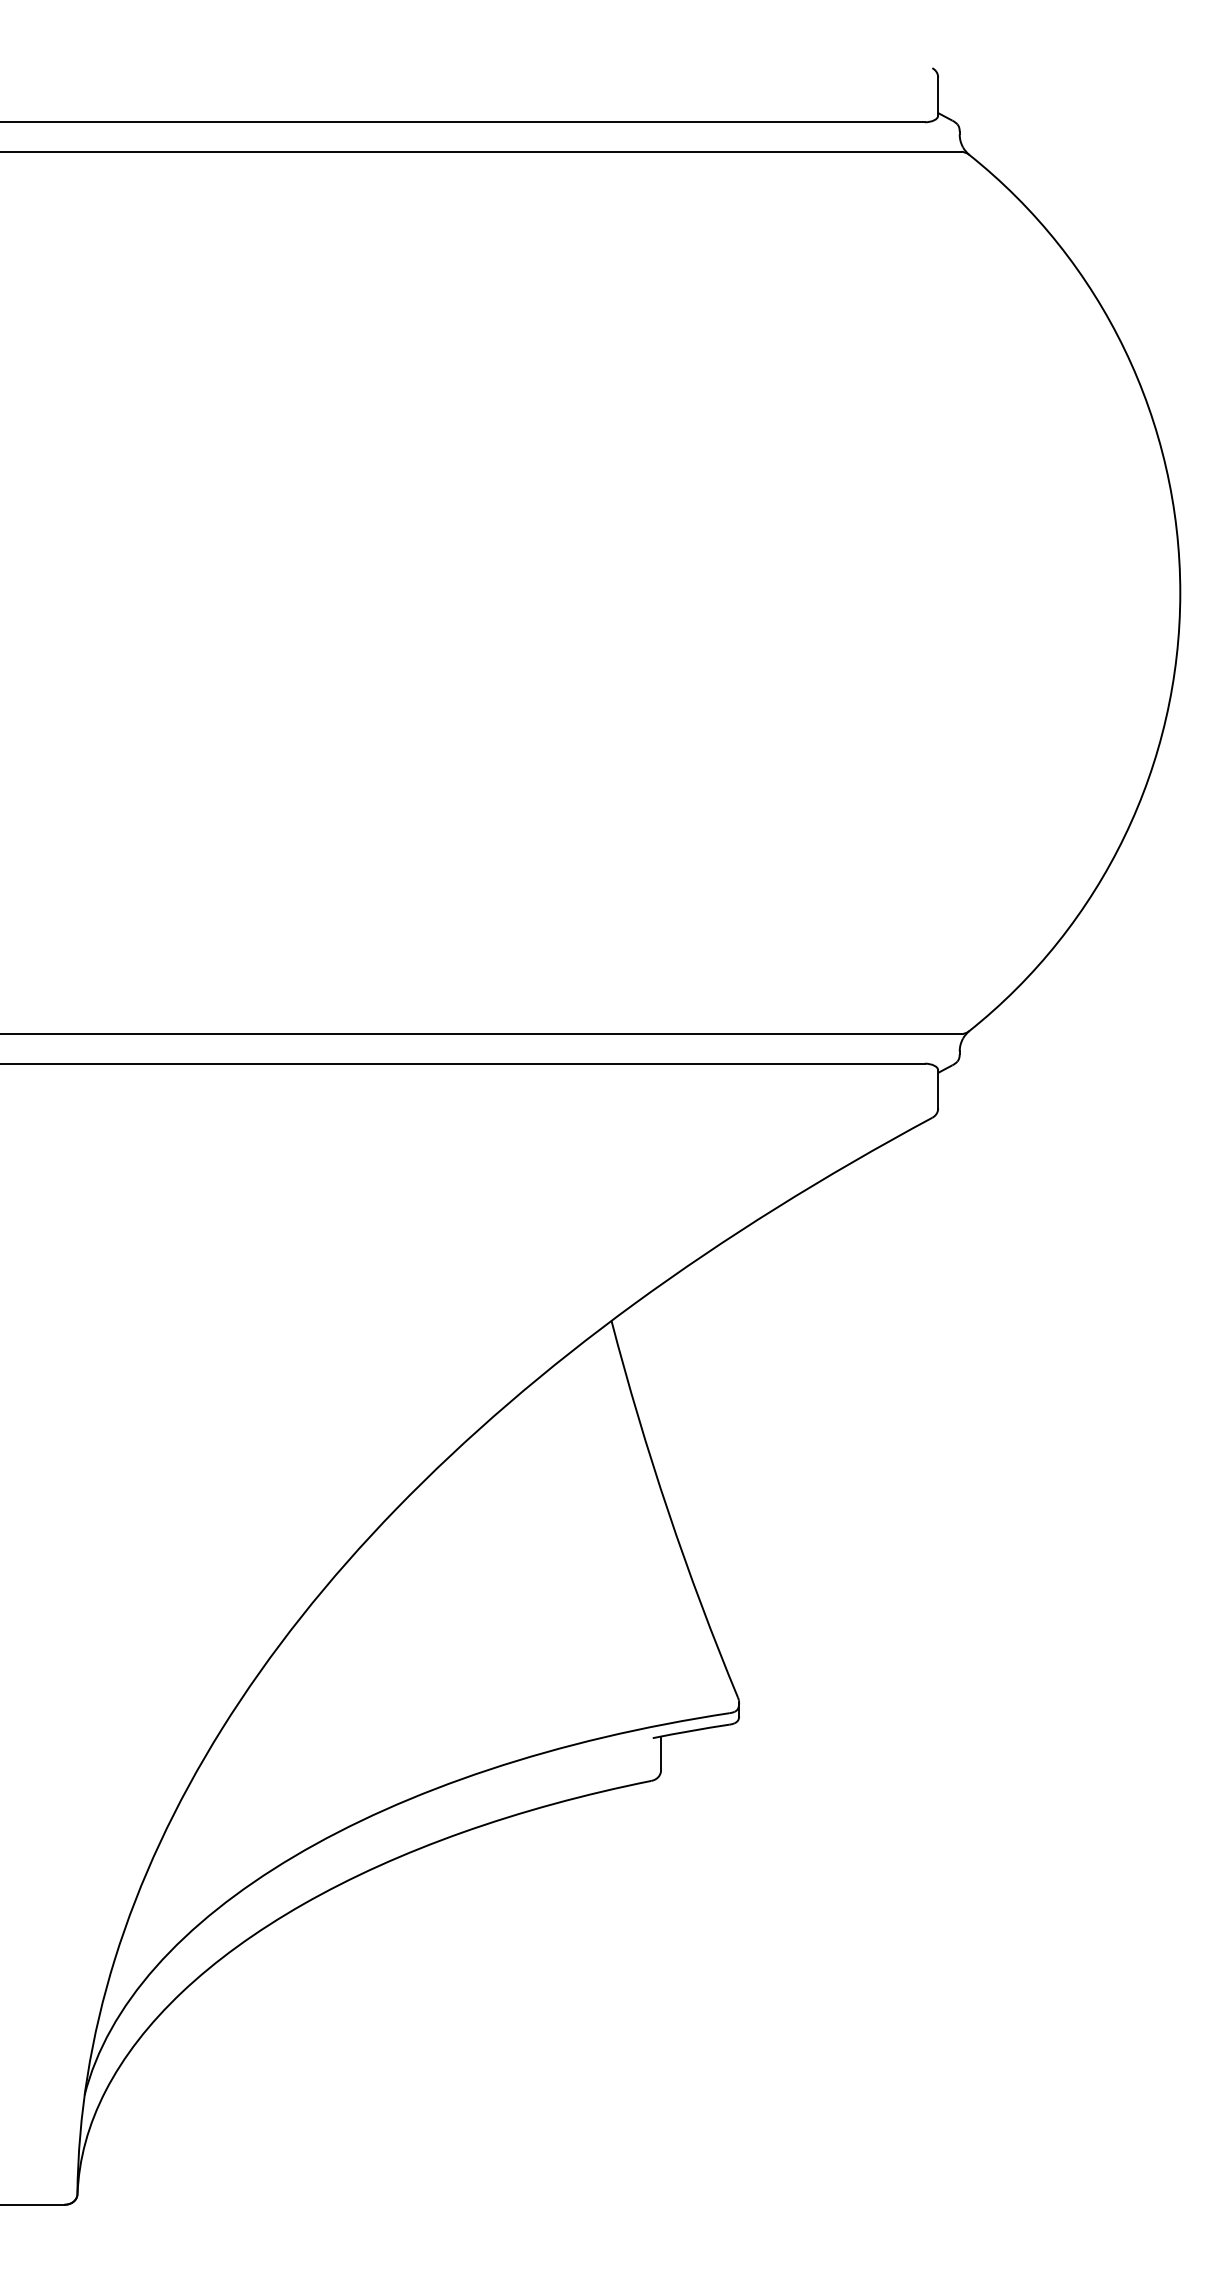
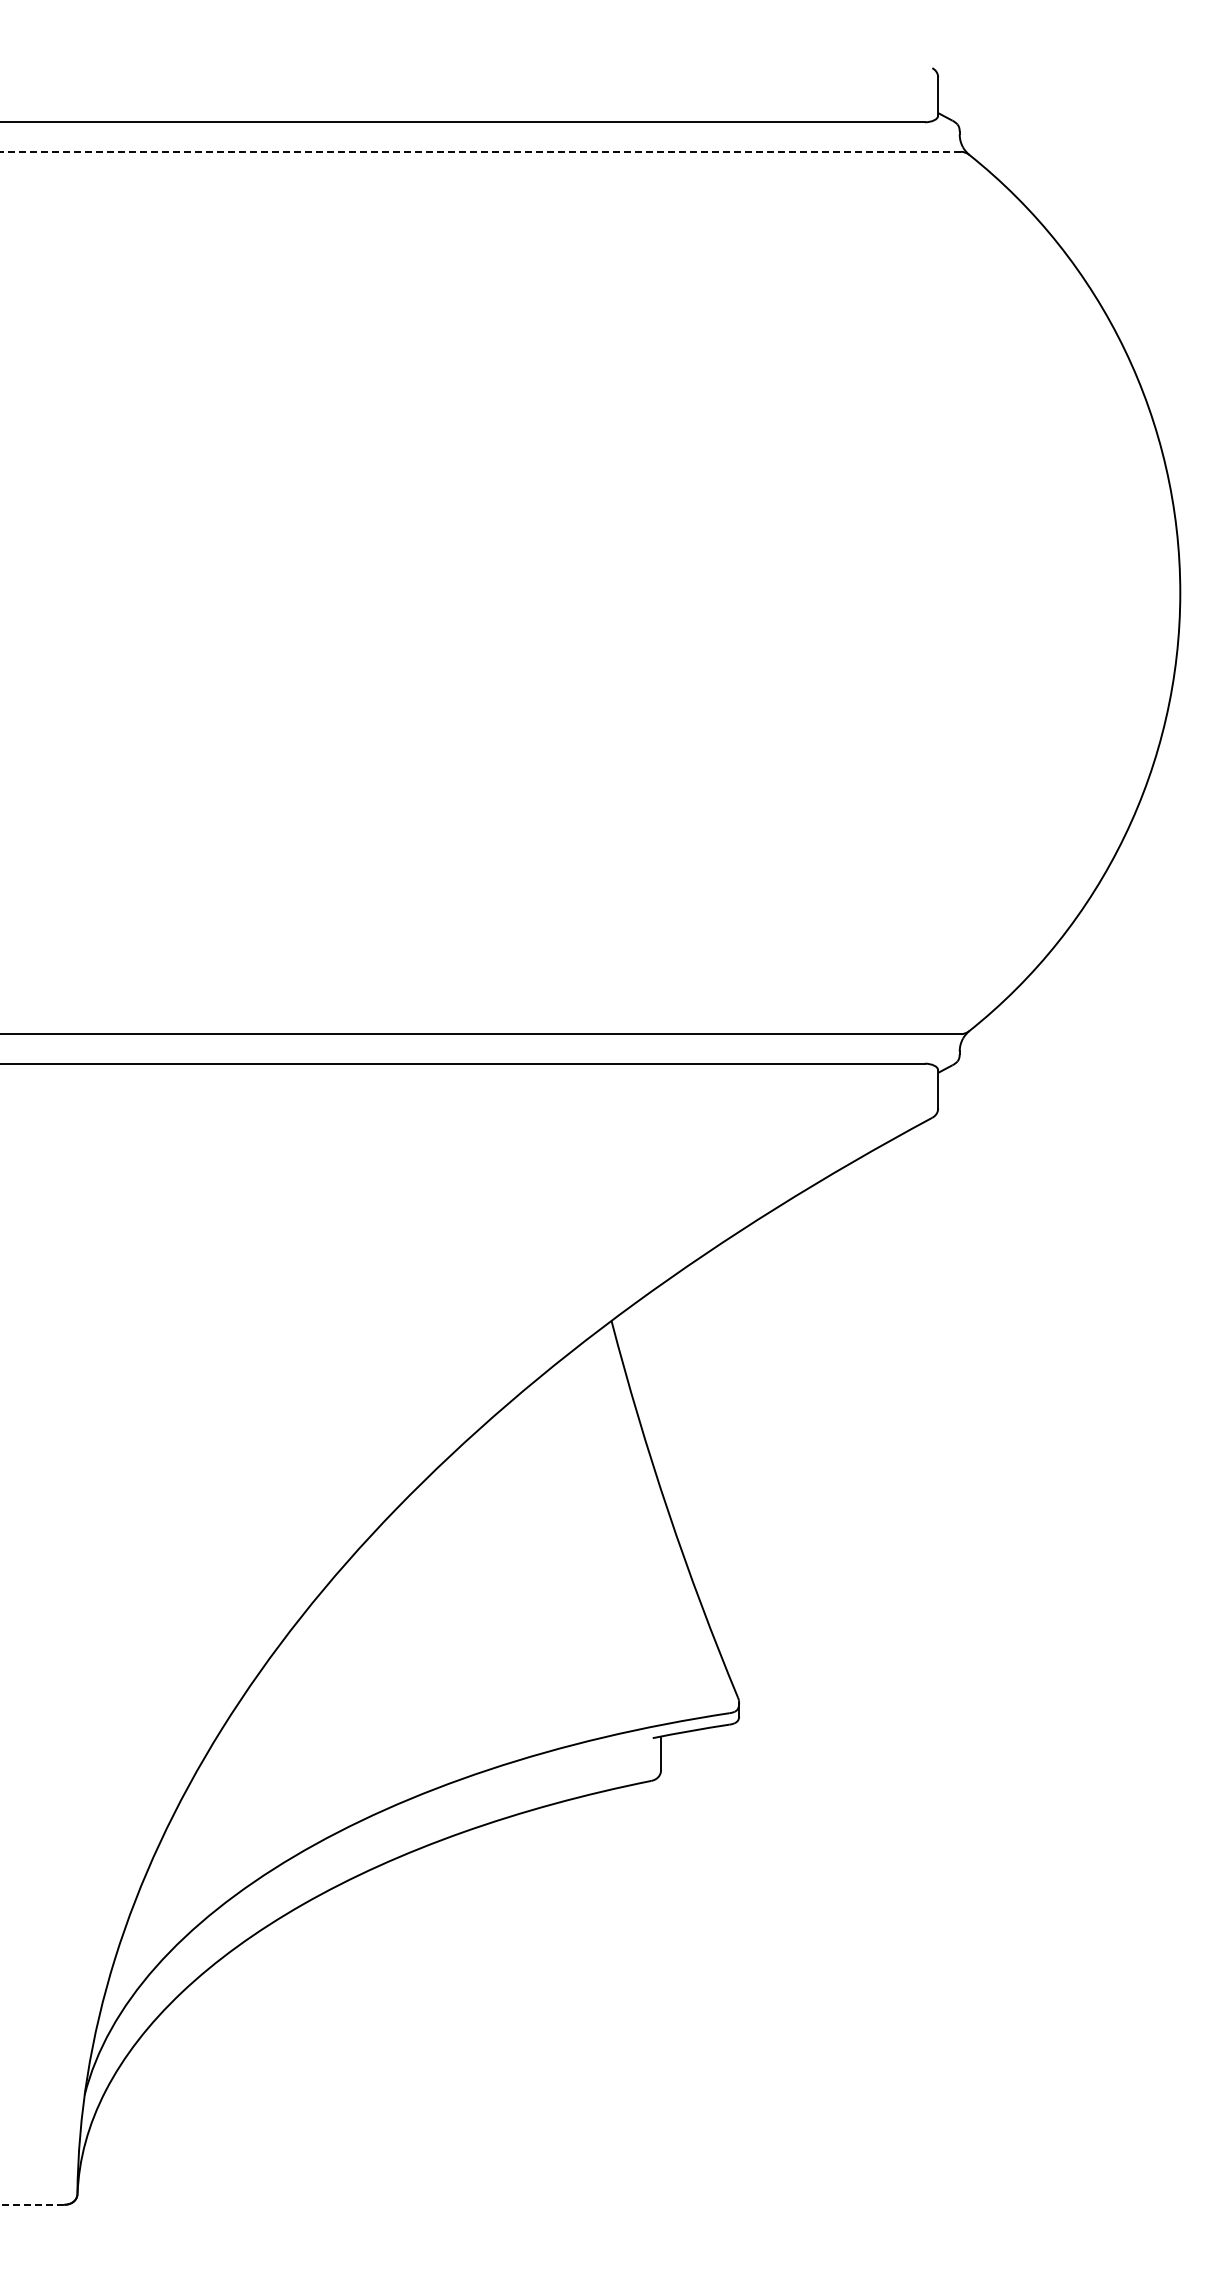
line at (480, 151): solid -> dashed
line at (32, 2204): solid -> dashed
